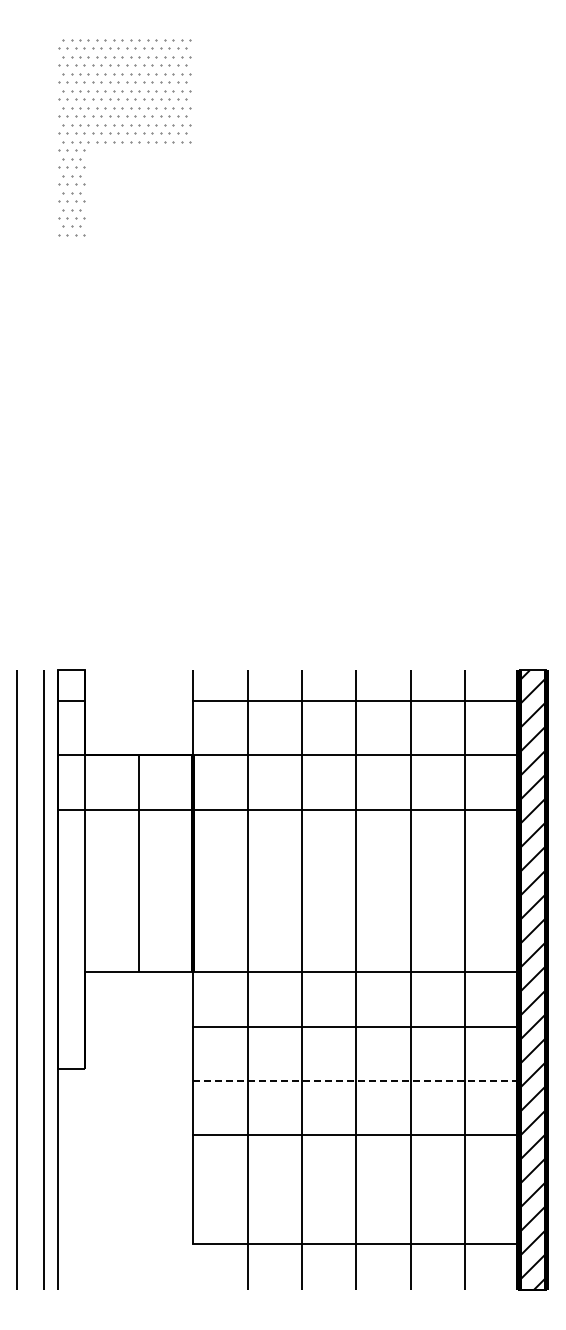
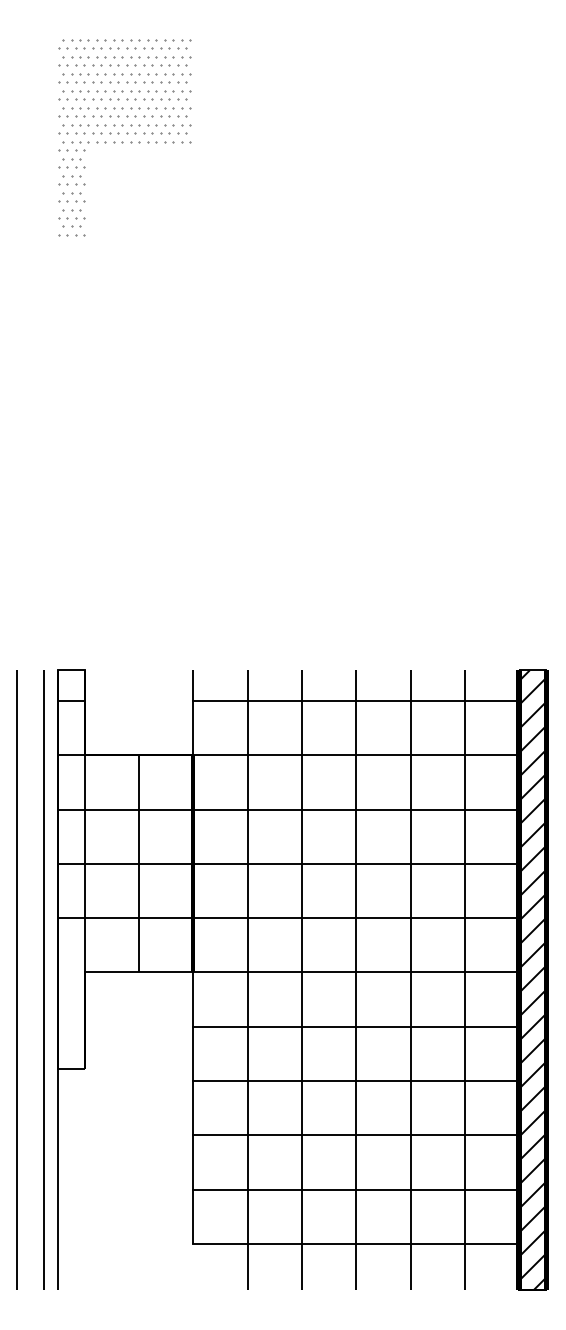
line at (288, 863): none -> present
line at (288, 918): none -> present
line at (356, 1081): dashed -> solid
line at (356, 1189): none -> present
